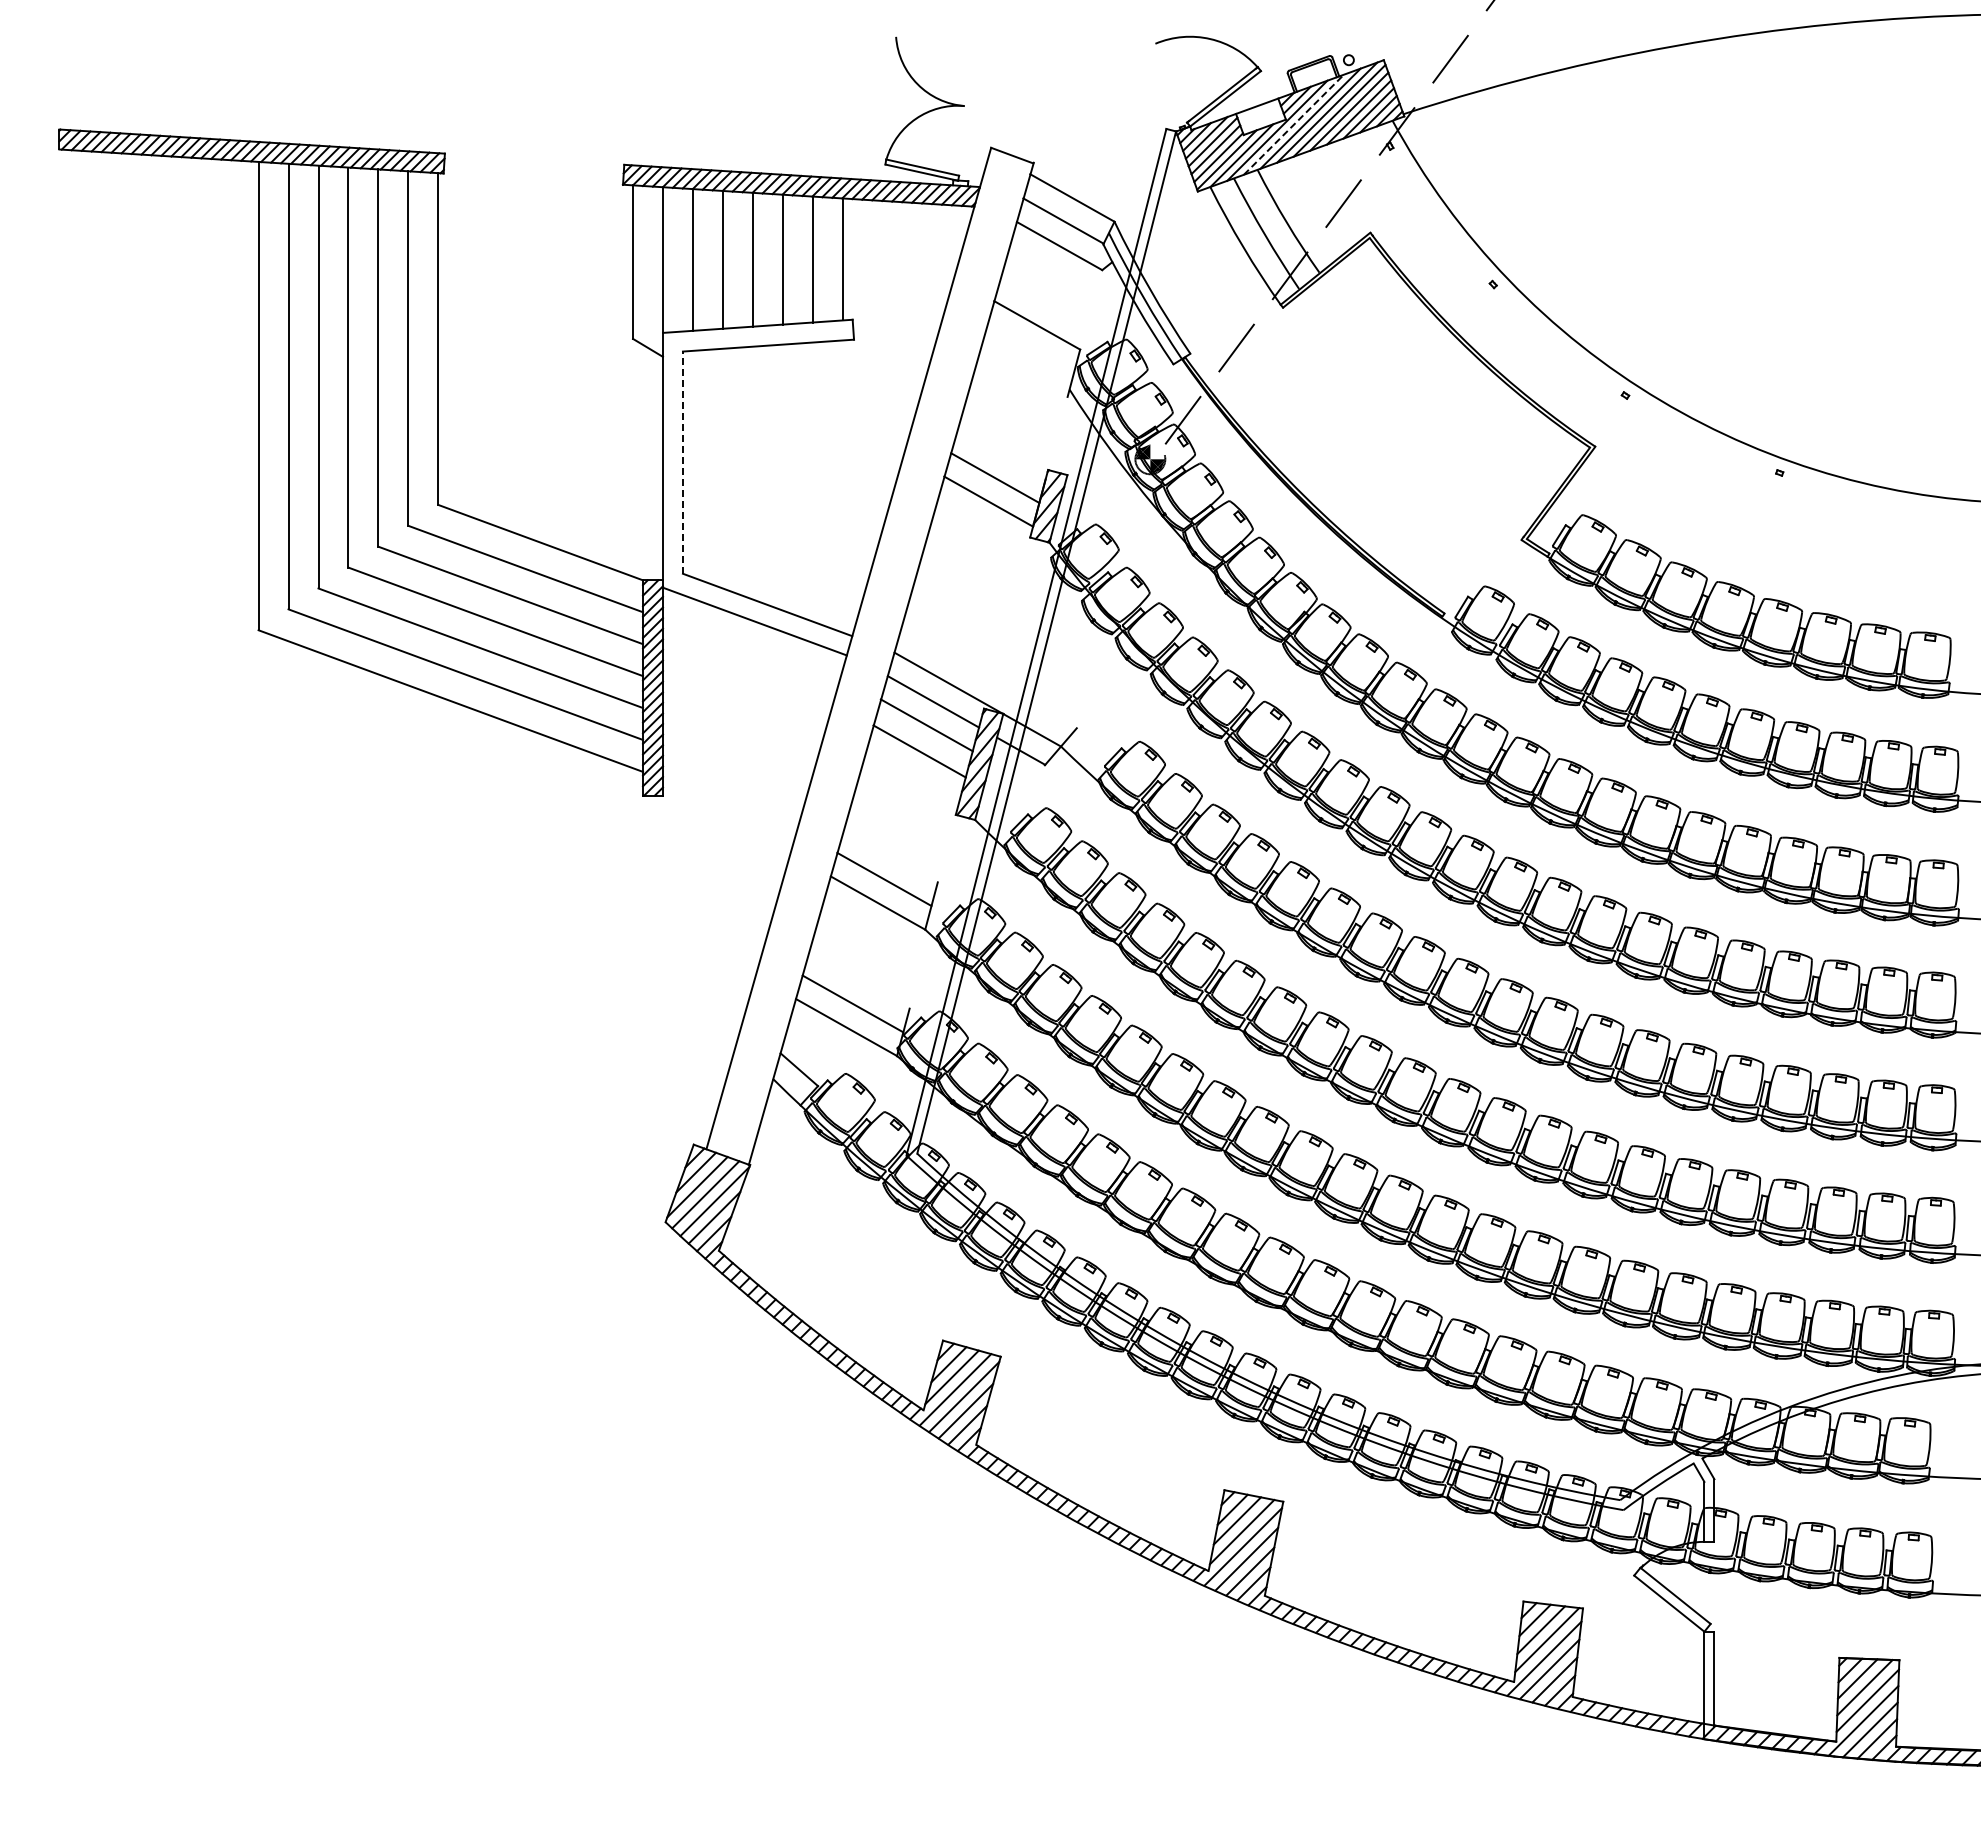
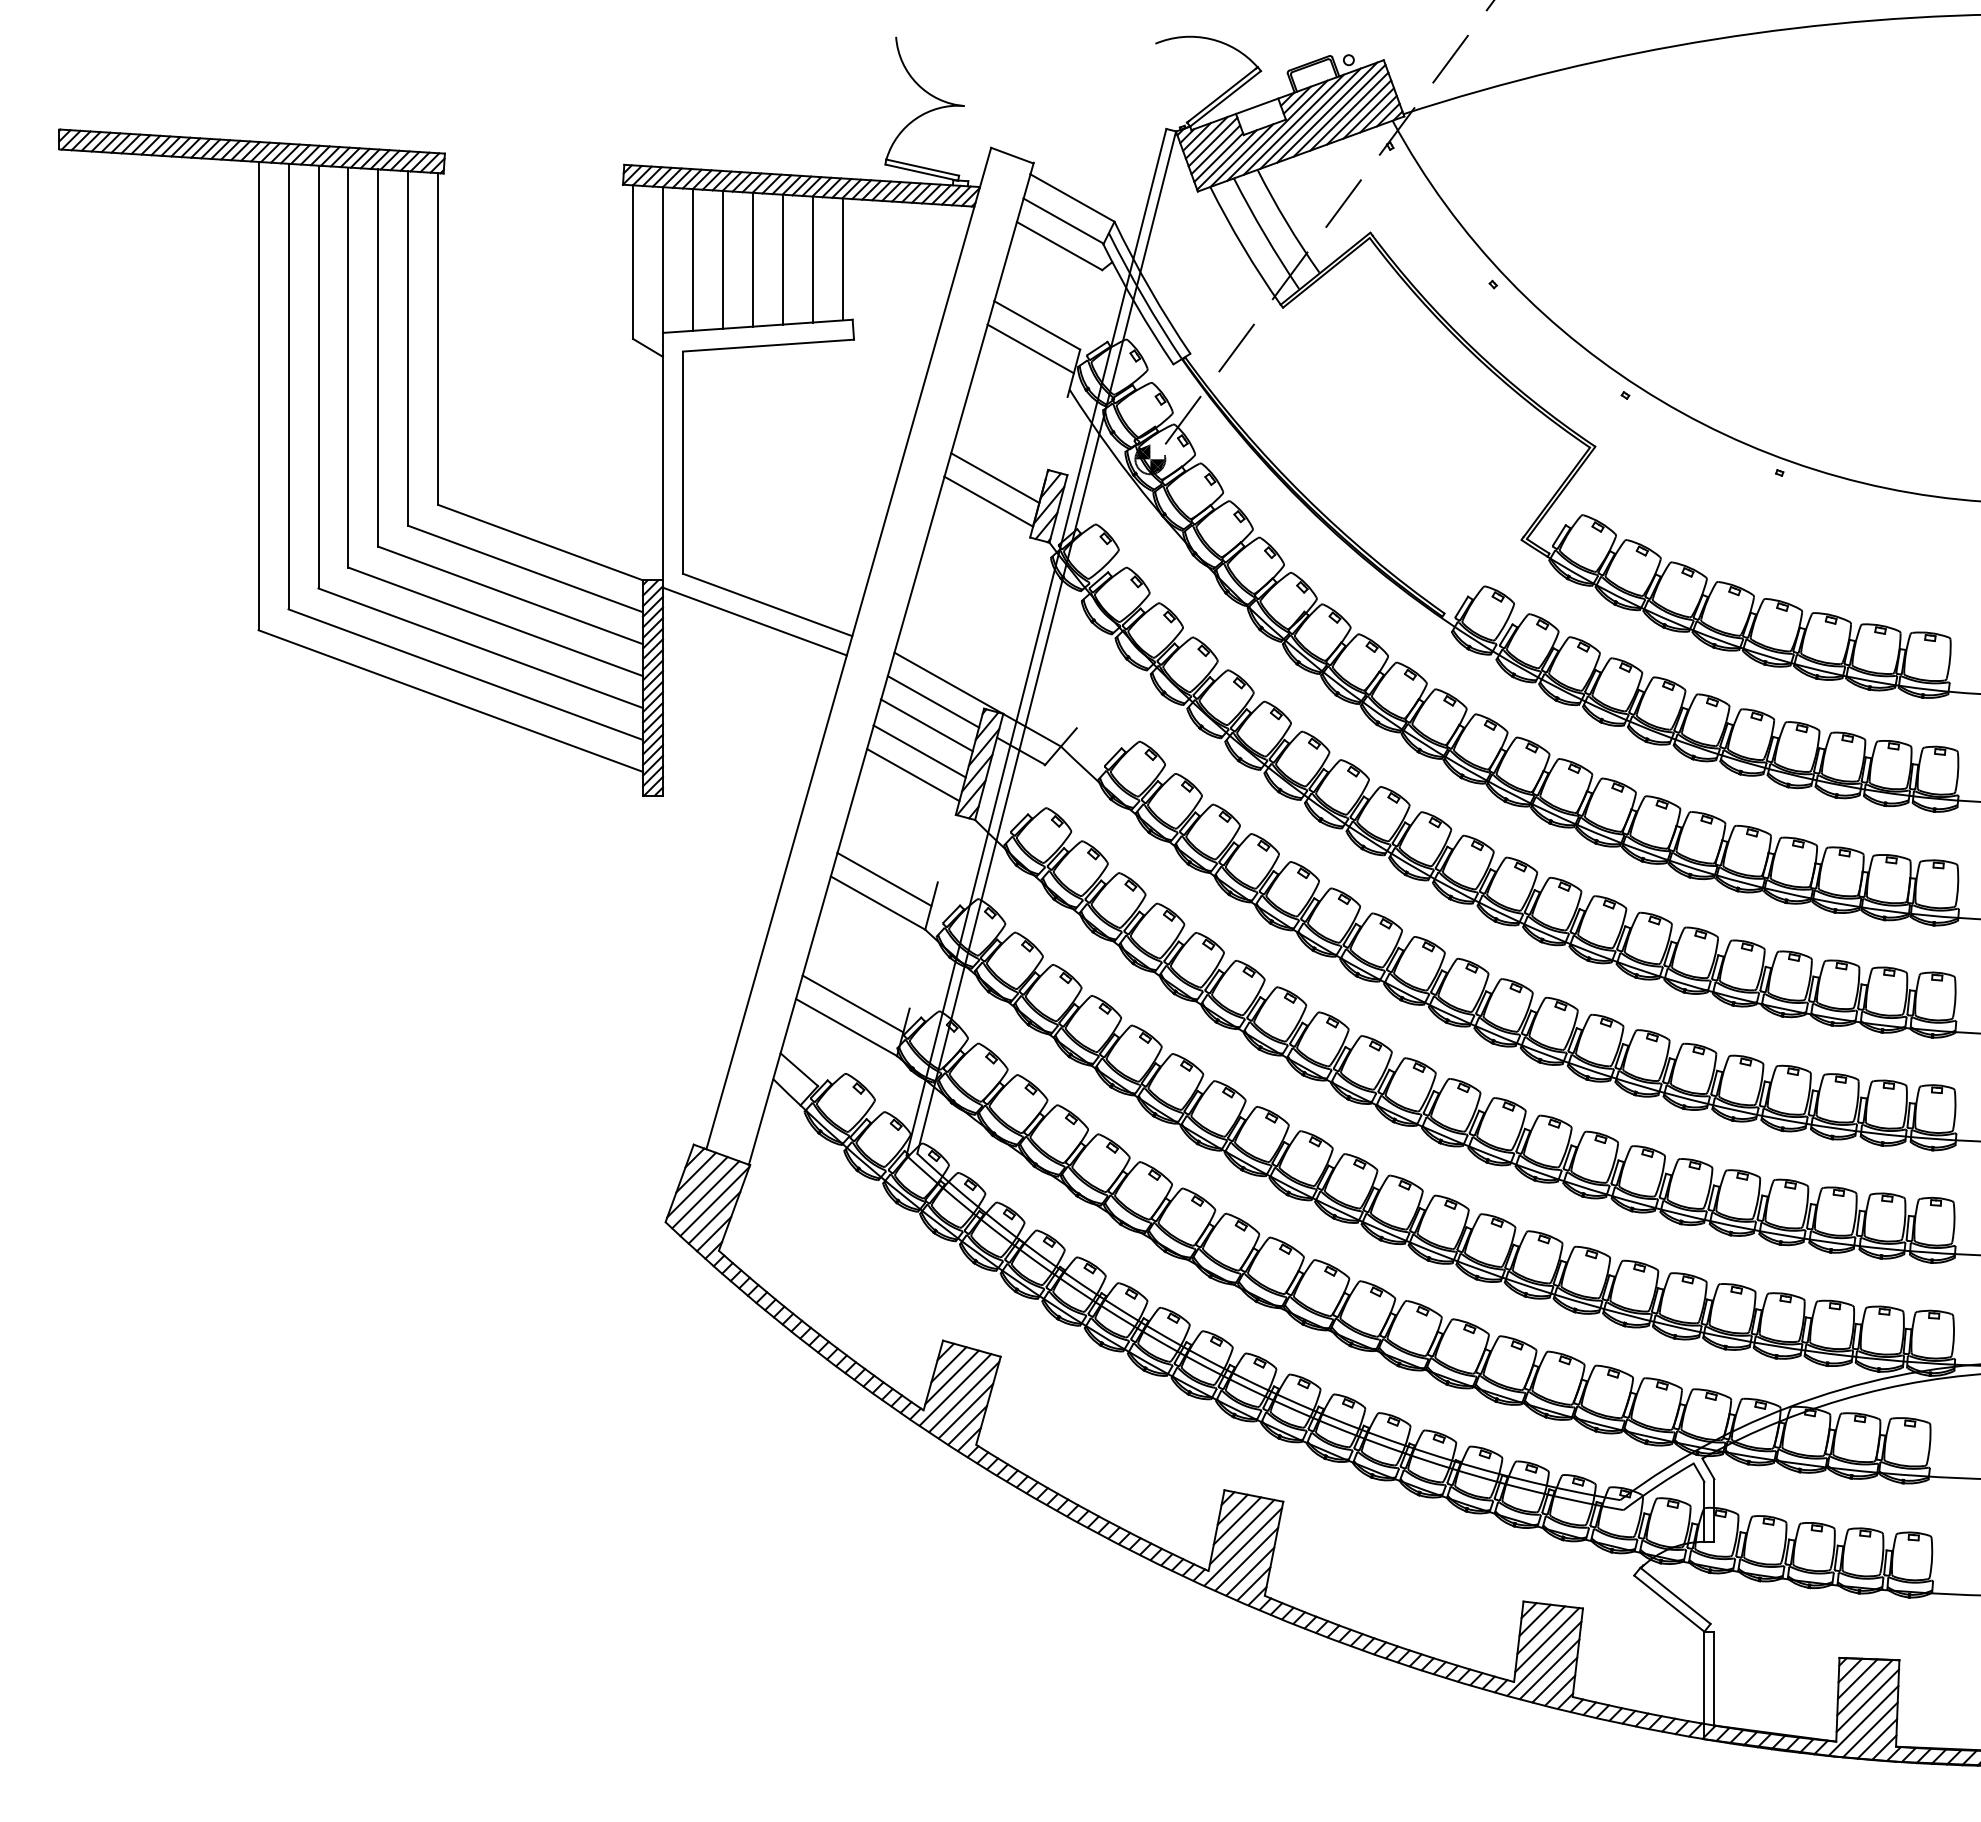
line at (1293, 124): dashed -> solid
line at (1030, 348): none -> present
line at (682, 462): dashed -> solid
line at (913, 775): none -> present
